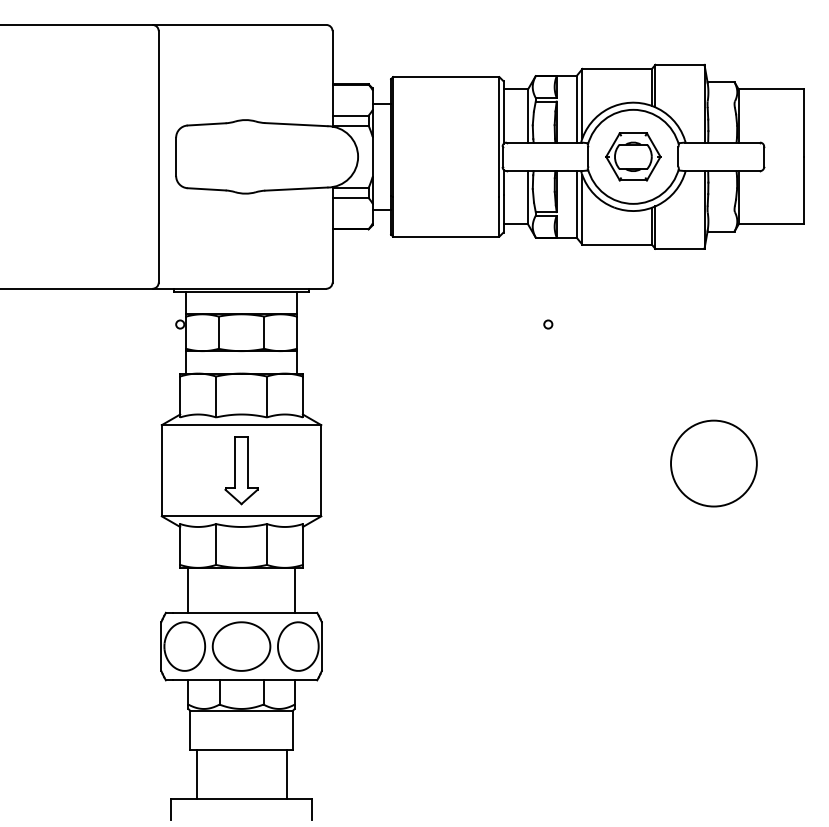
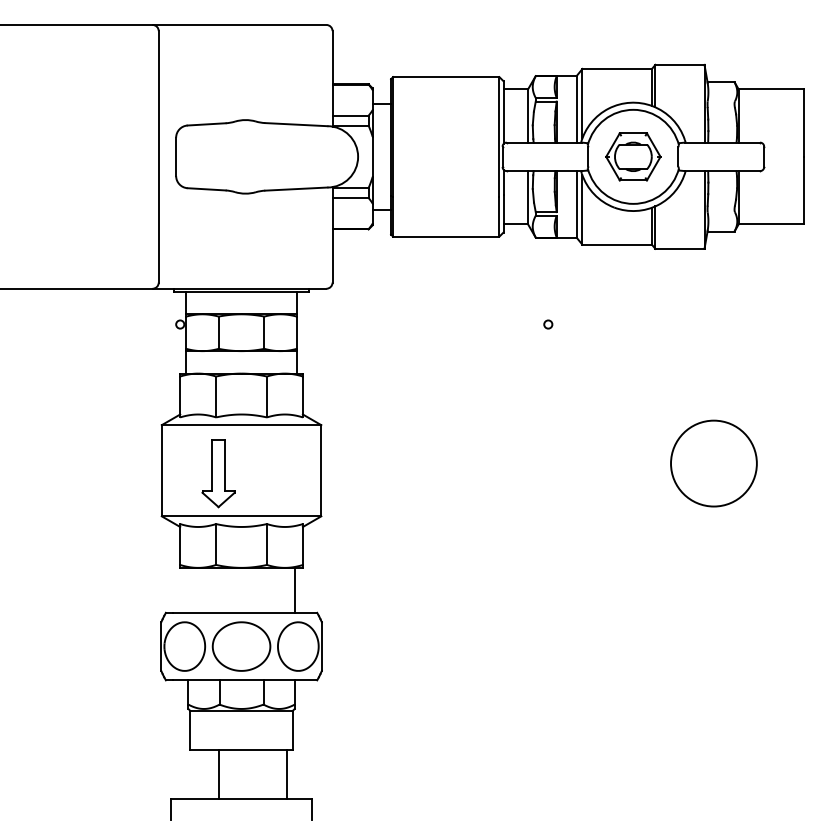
part at (241, 470) position: (241, 470) -> (218, 473)
line at (188, 589): present -> none
line at (196, 773) position: (196, 773) -> (218, 773)
